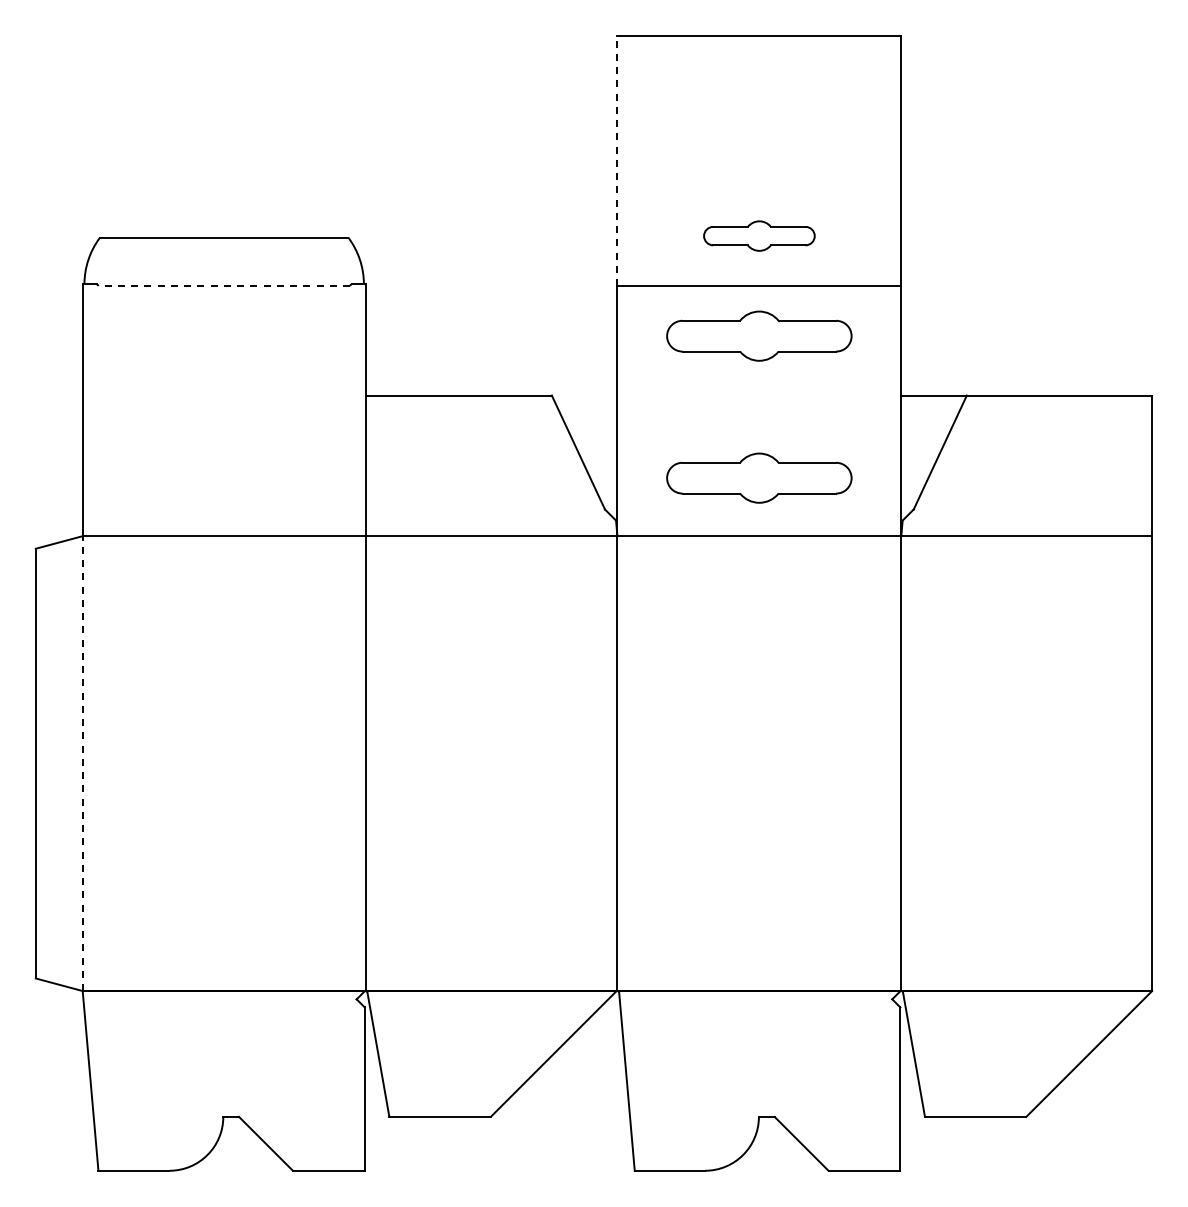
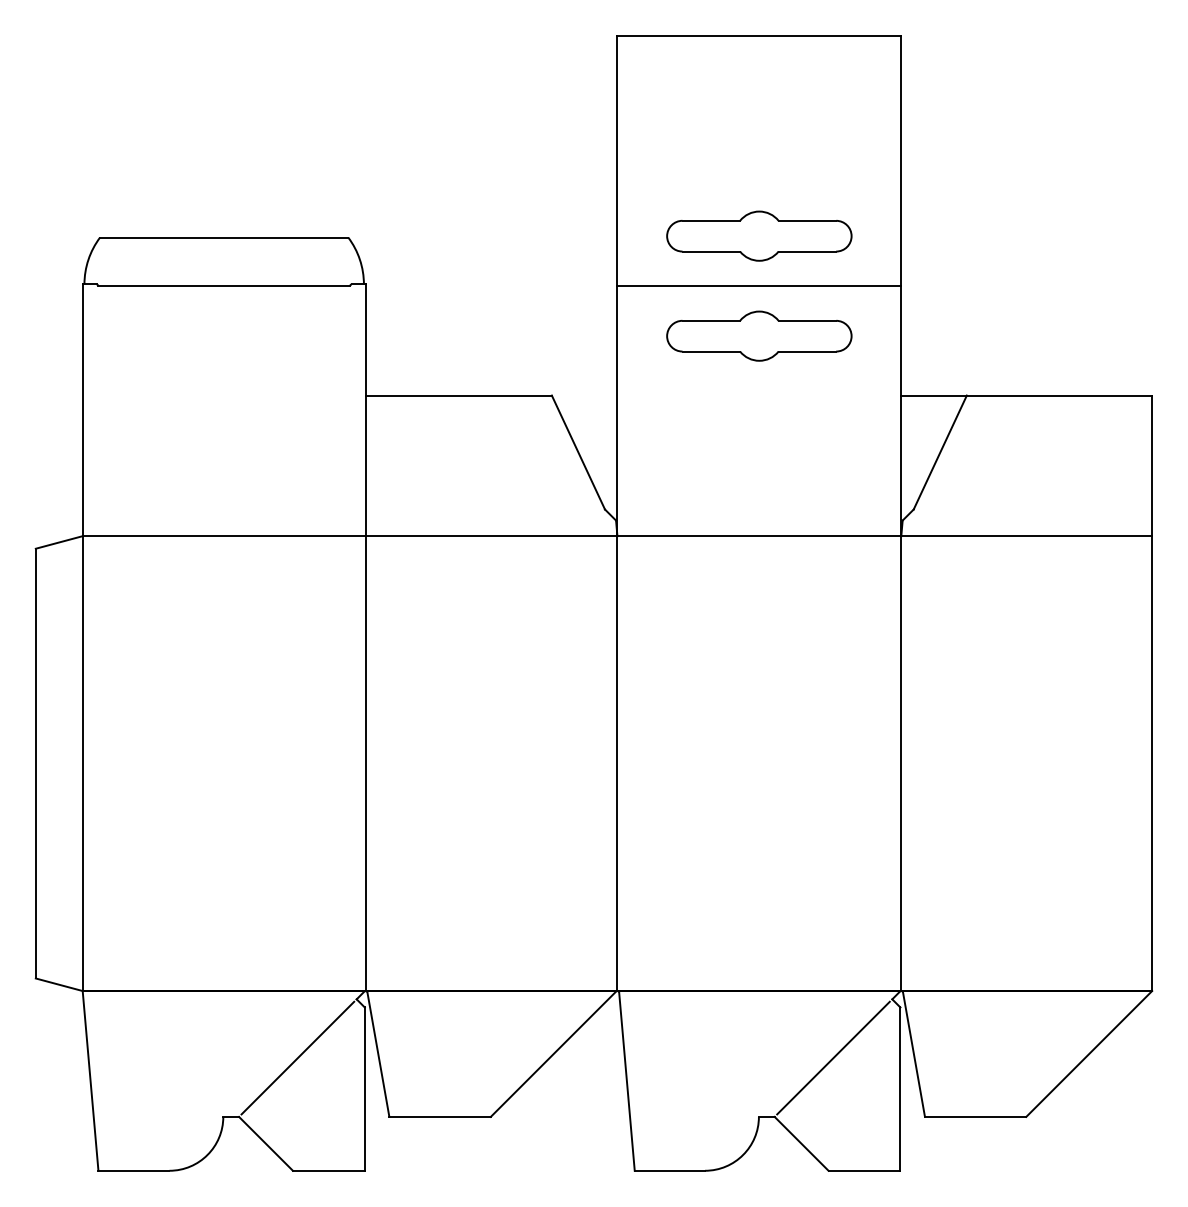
line at (617, 161): dashed -> solid
part at (759, 235) size: 113x32 px -> 187x52 px
line at (224, 286): dashed -> solid
part at (759, 477): present -> none
line at (82, 763): dashed -> solid
line at (297, 1057): none -> present
line at (833, 1057): none -> present
